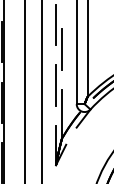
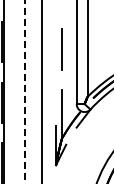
line at (56, 24): present -> none
line at (56, 85): present -> none
line at (25, 91): solid -> dashed
